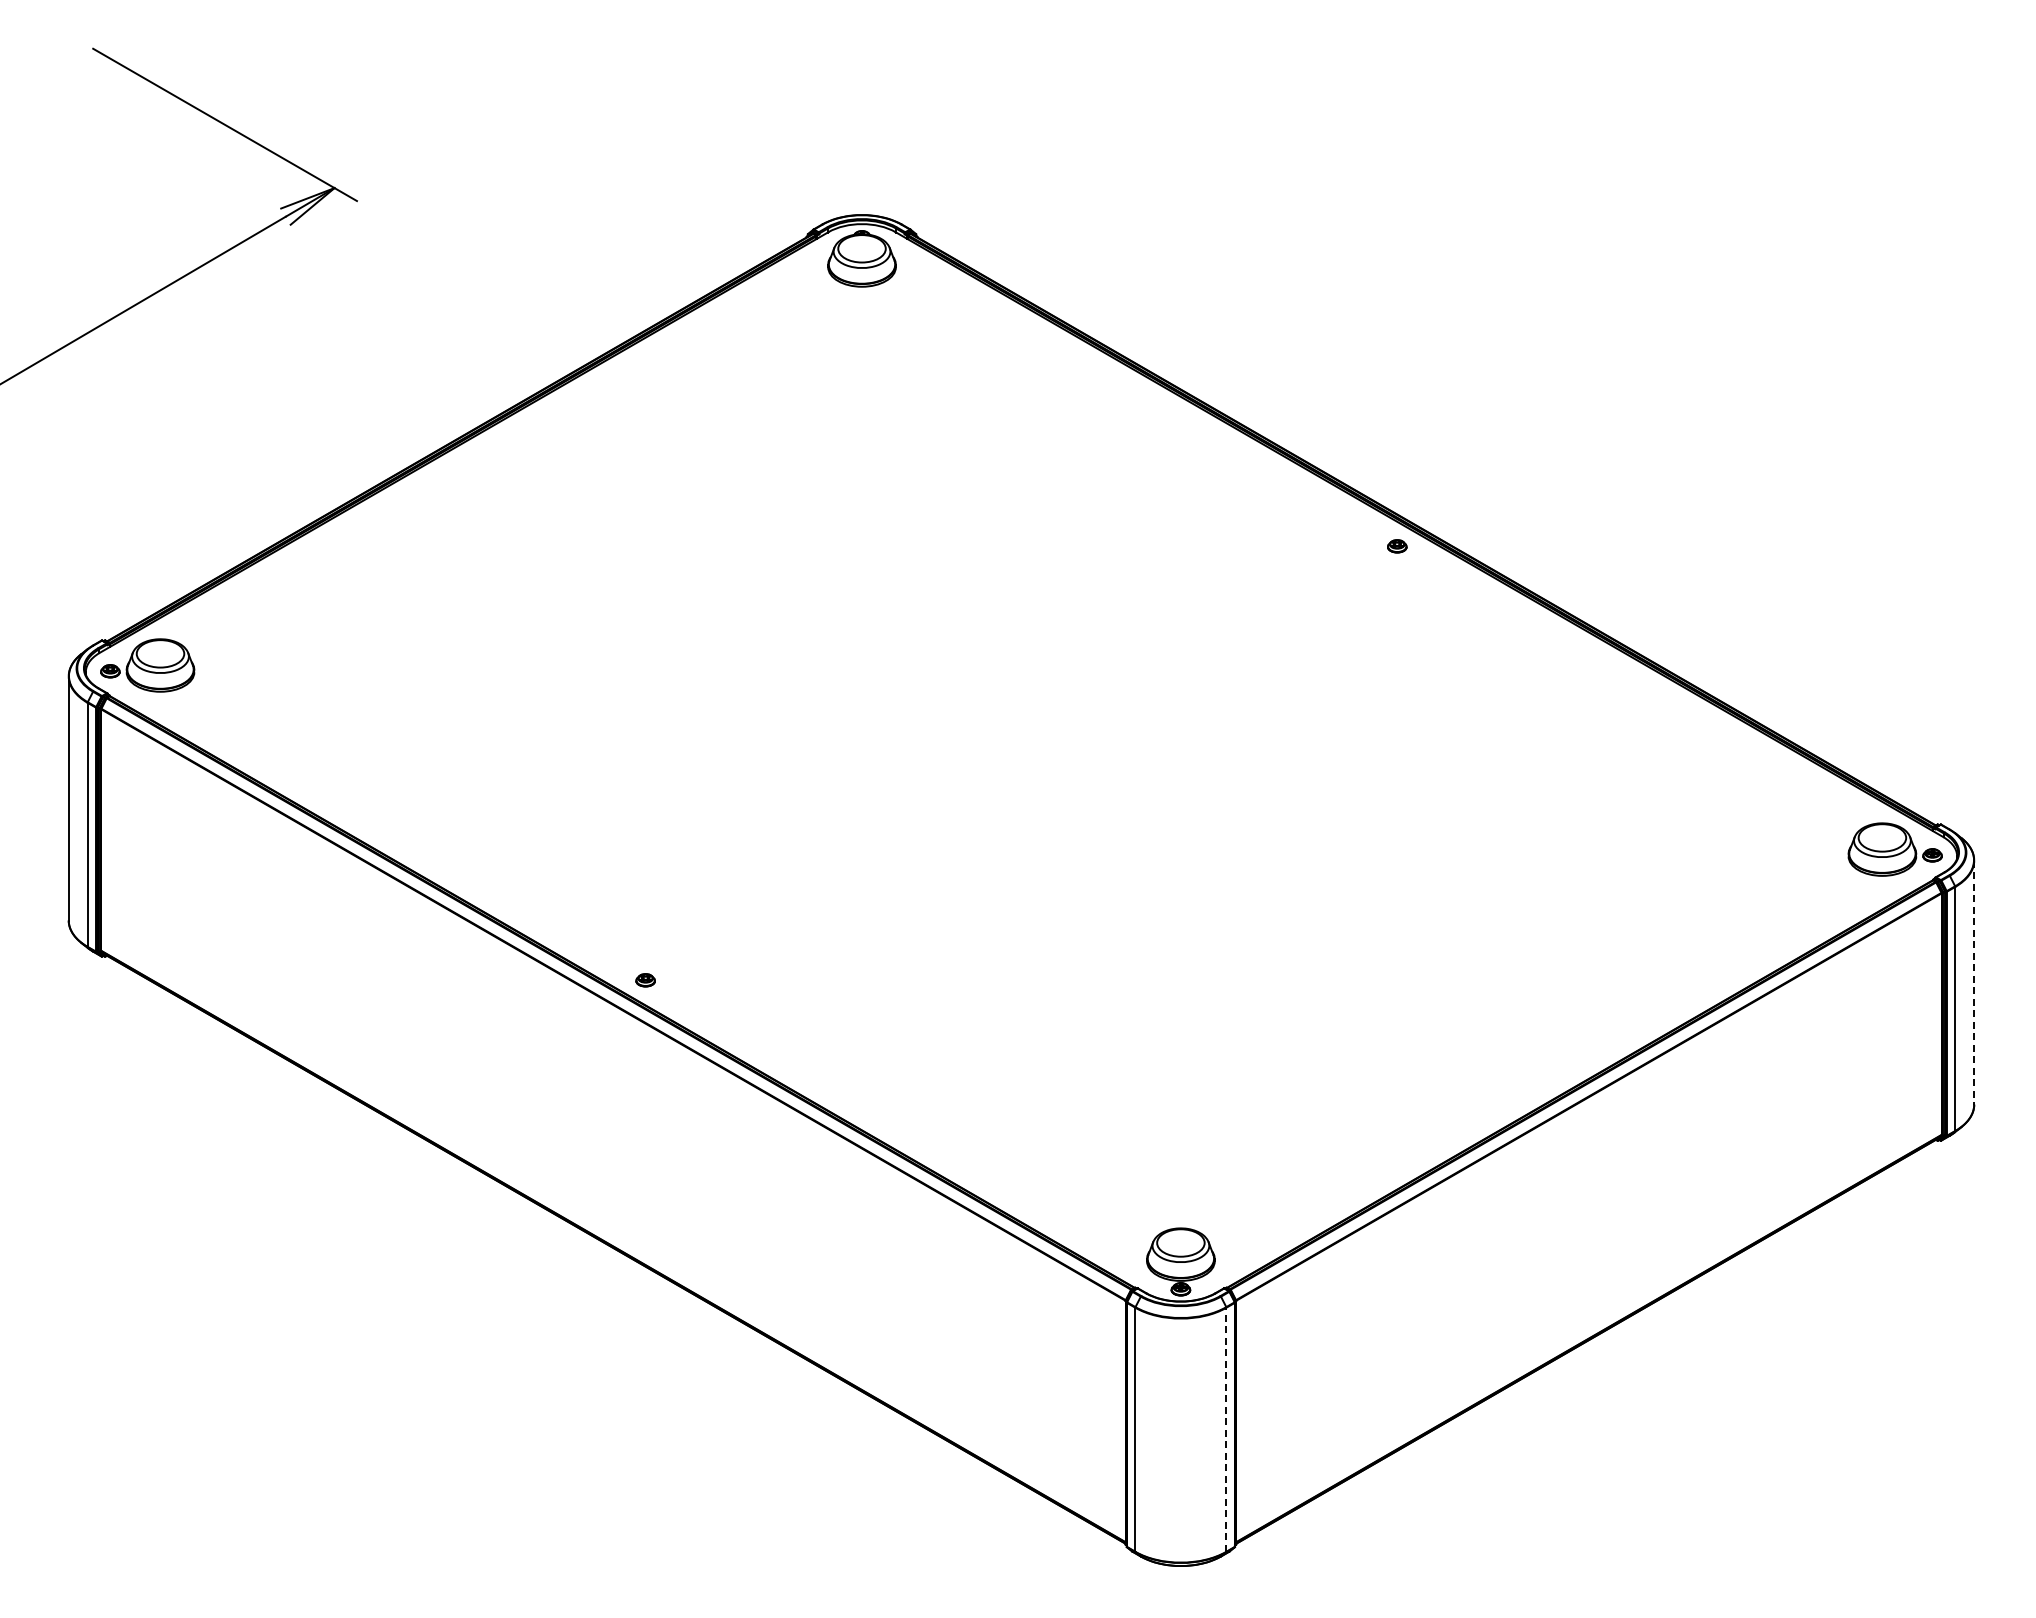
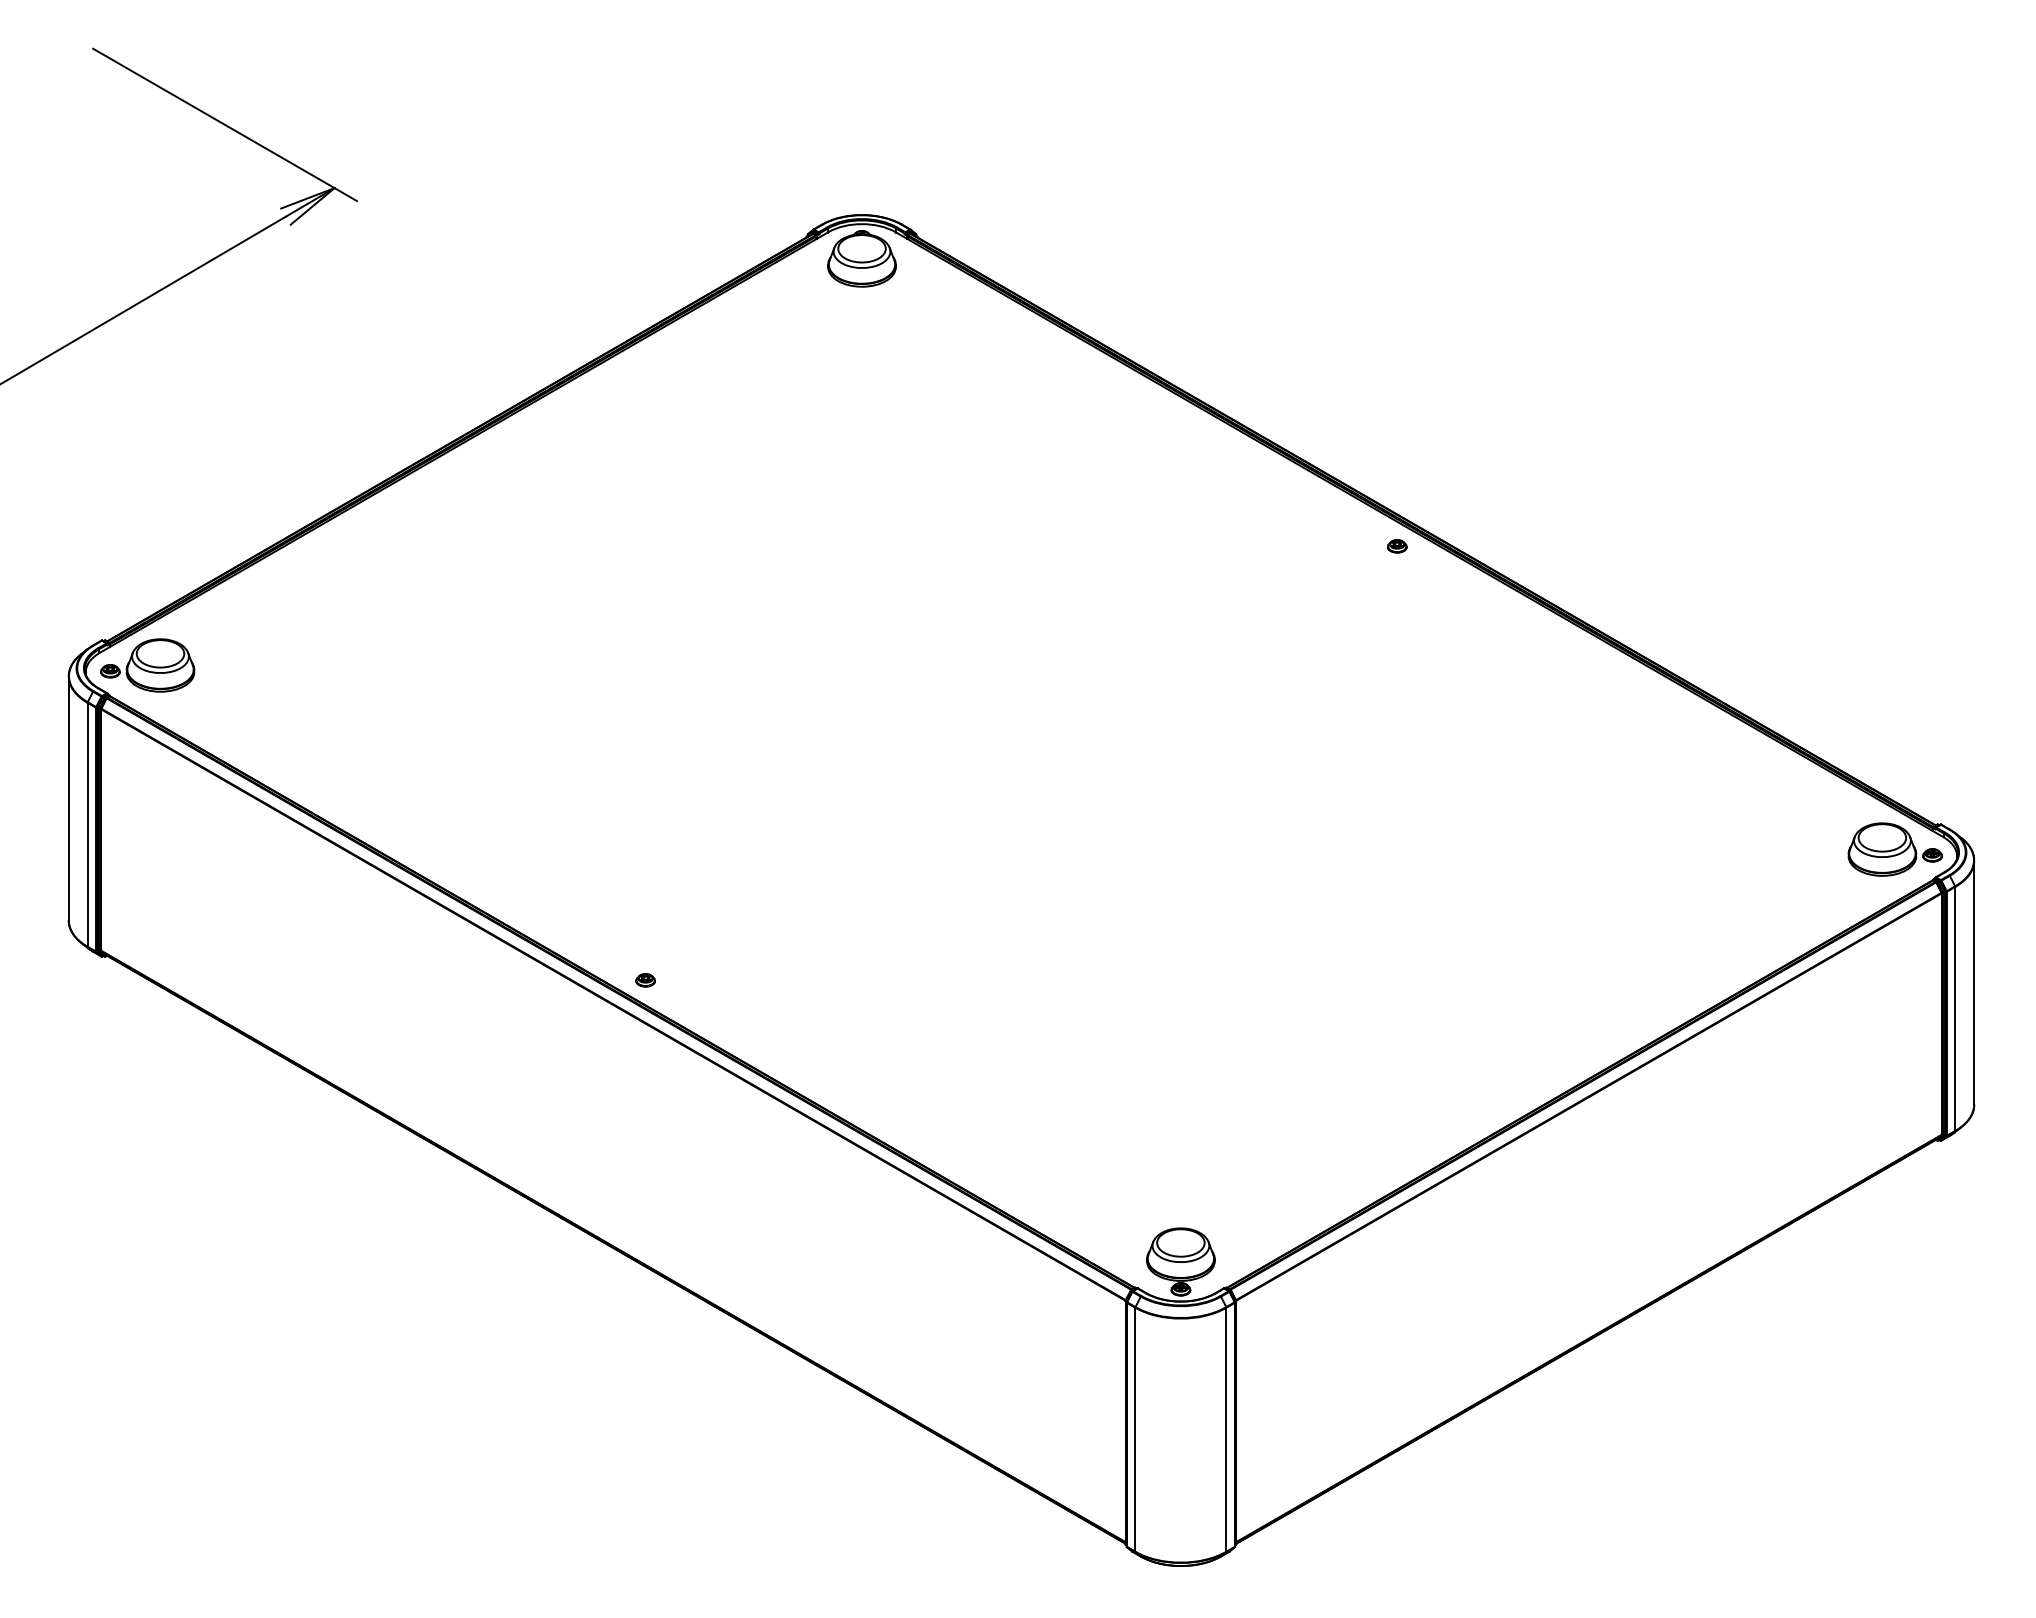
line at (1974, 983): dashed -> solid
line at (1226, 1429): dashed -> solid
